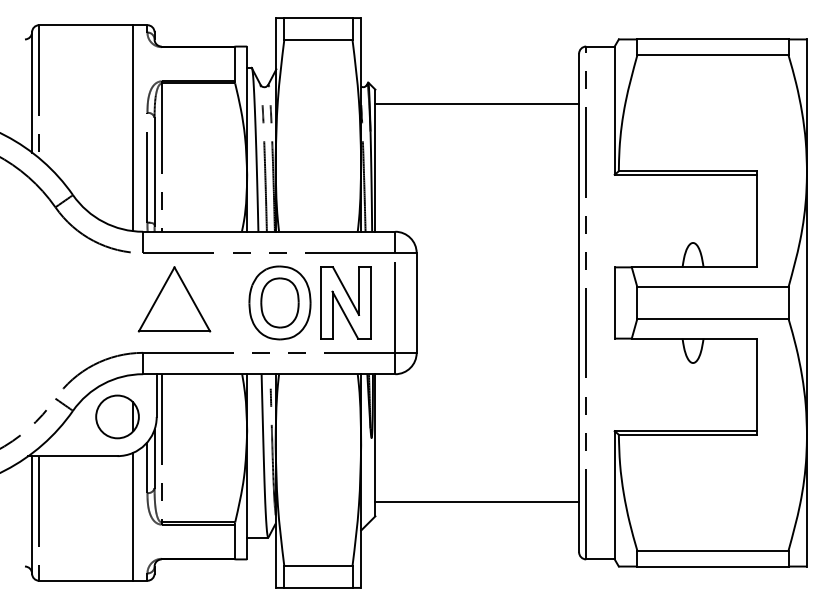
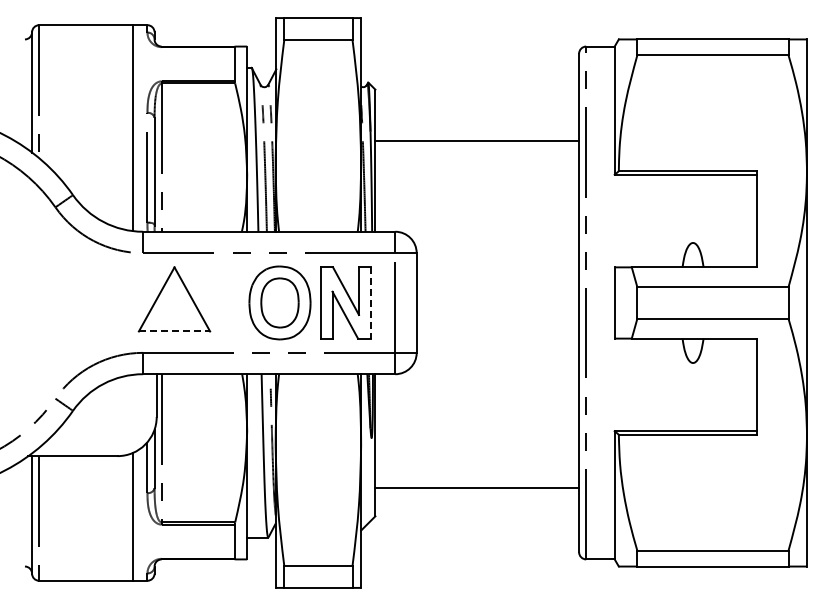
line at (477, 103) position: (477, 103) -> (477, 140)
line at (370, 302): solid -> dashed
line at (174, 331): solid -> dashed
part at (117, 416): present -> none
line at (477, 502) position: (477, 502) -> (477, 488)
